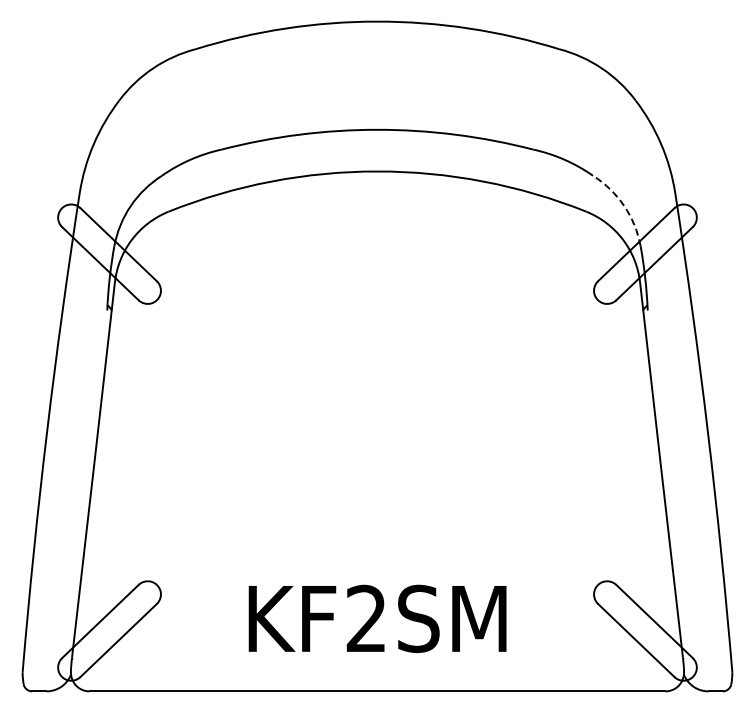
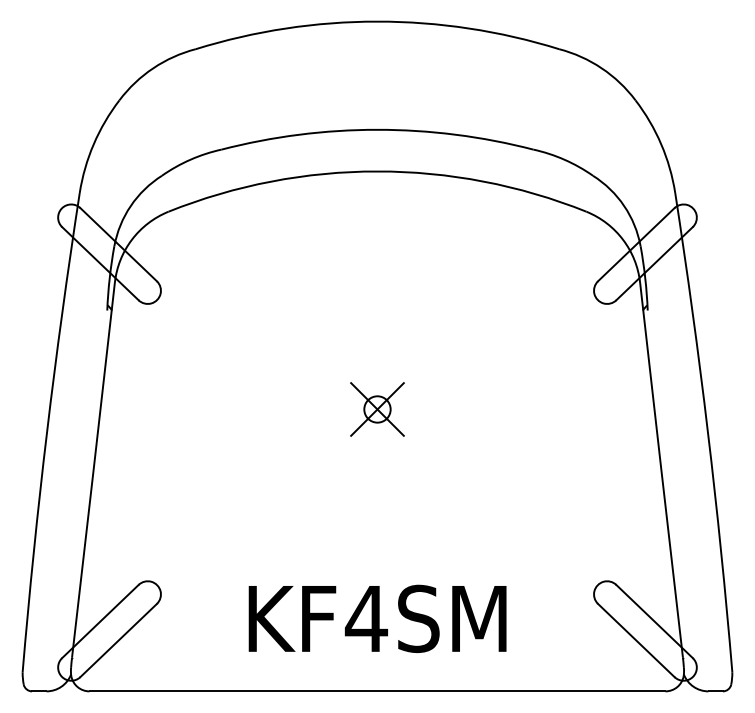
arc at (624, 206): dashed -> solid
part at (377, 409): none -> present
text at (366, 617): KF2SM -> KF4SM
